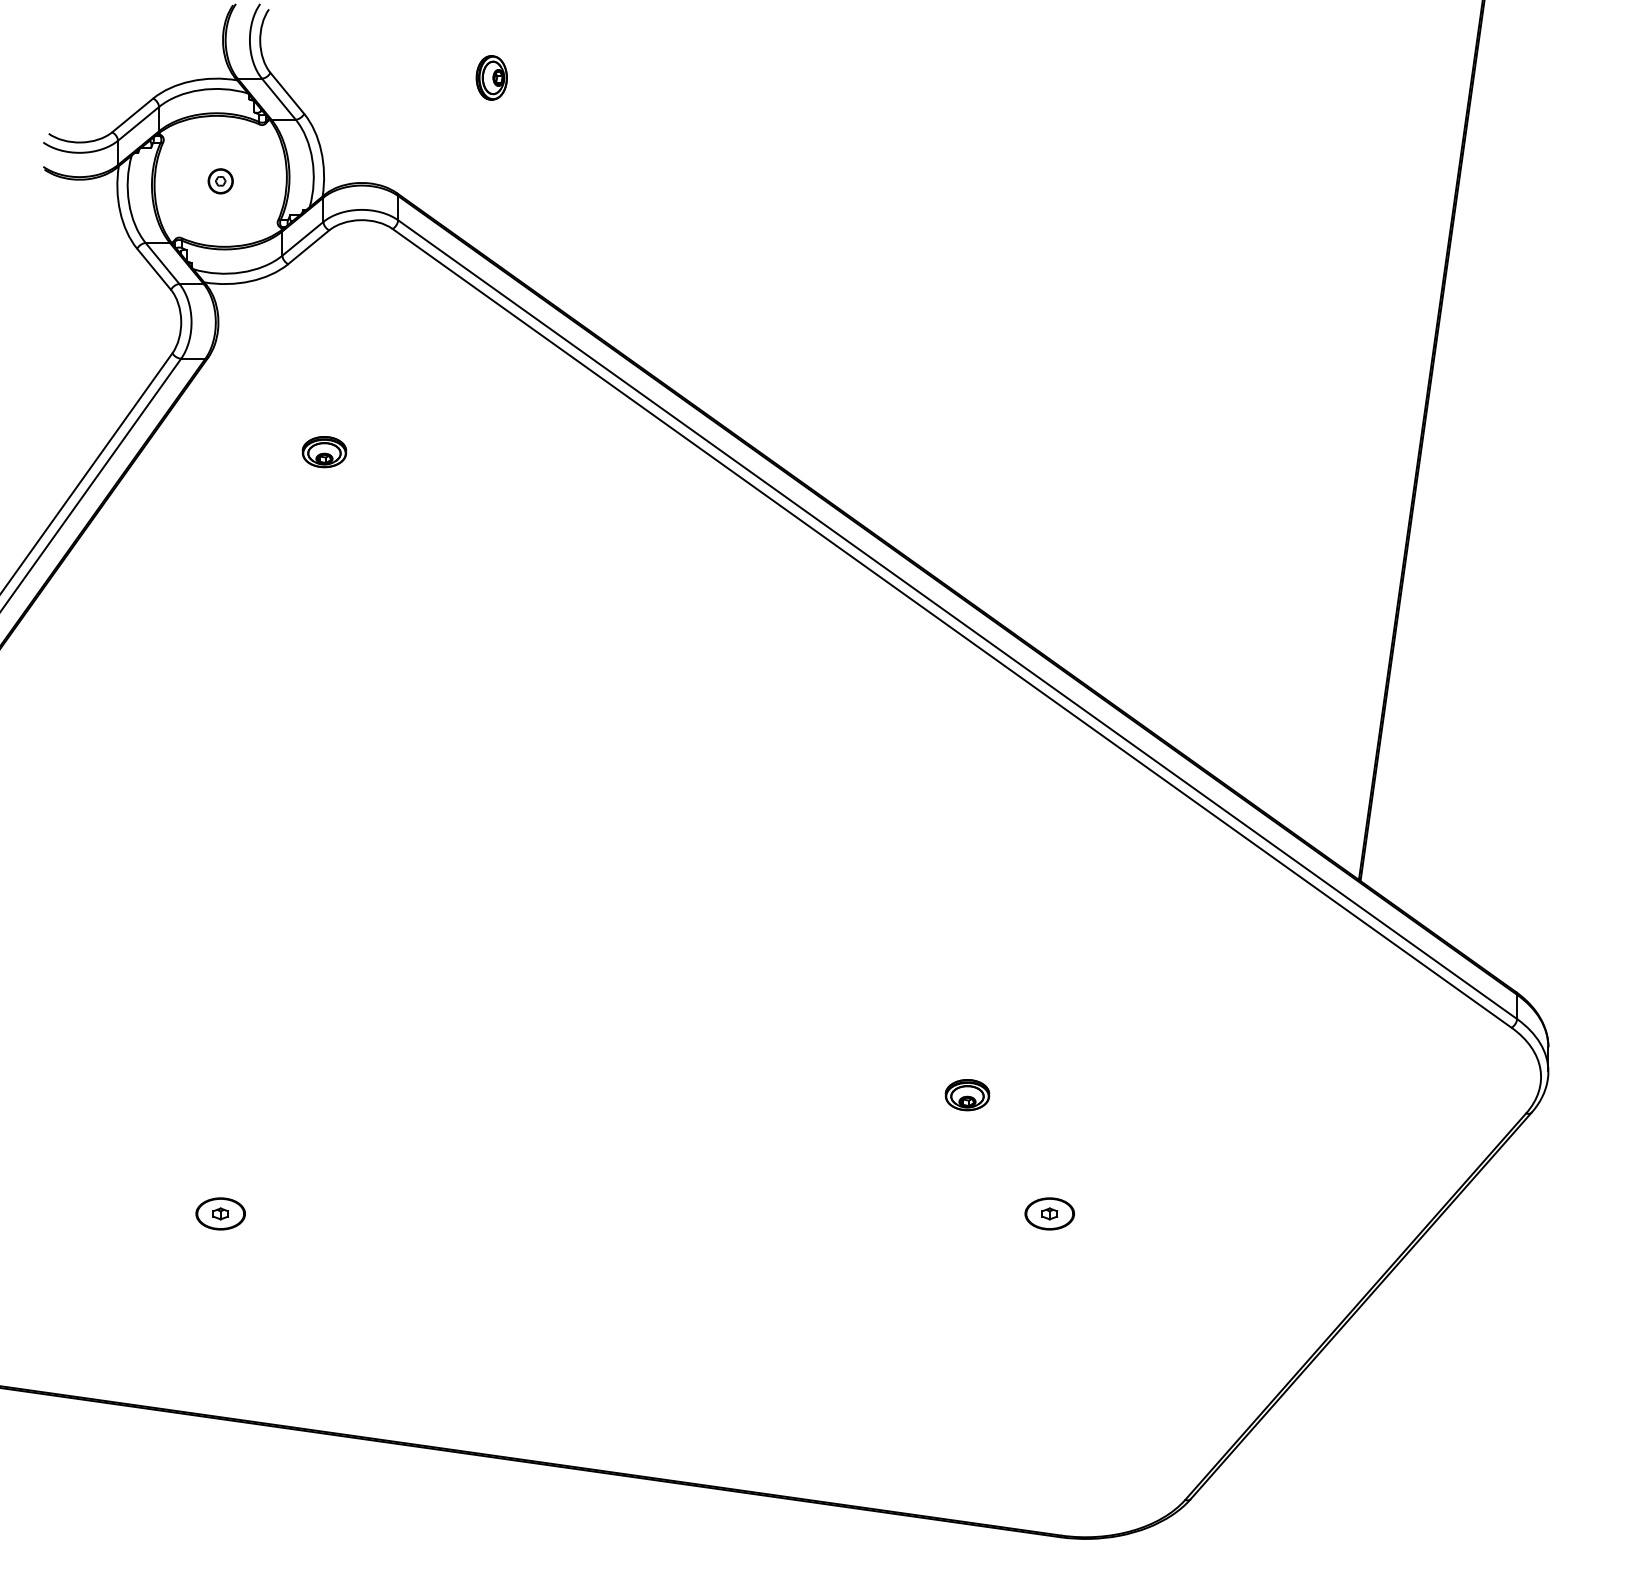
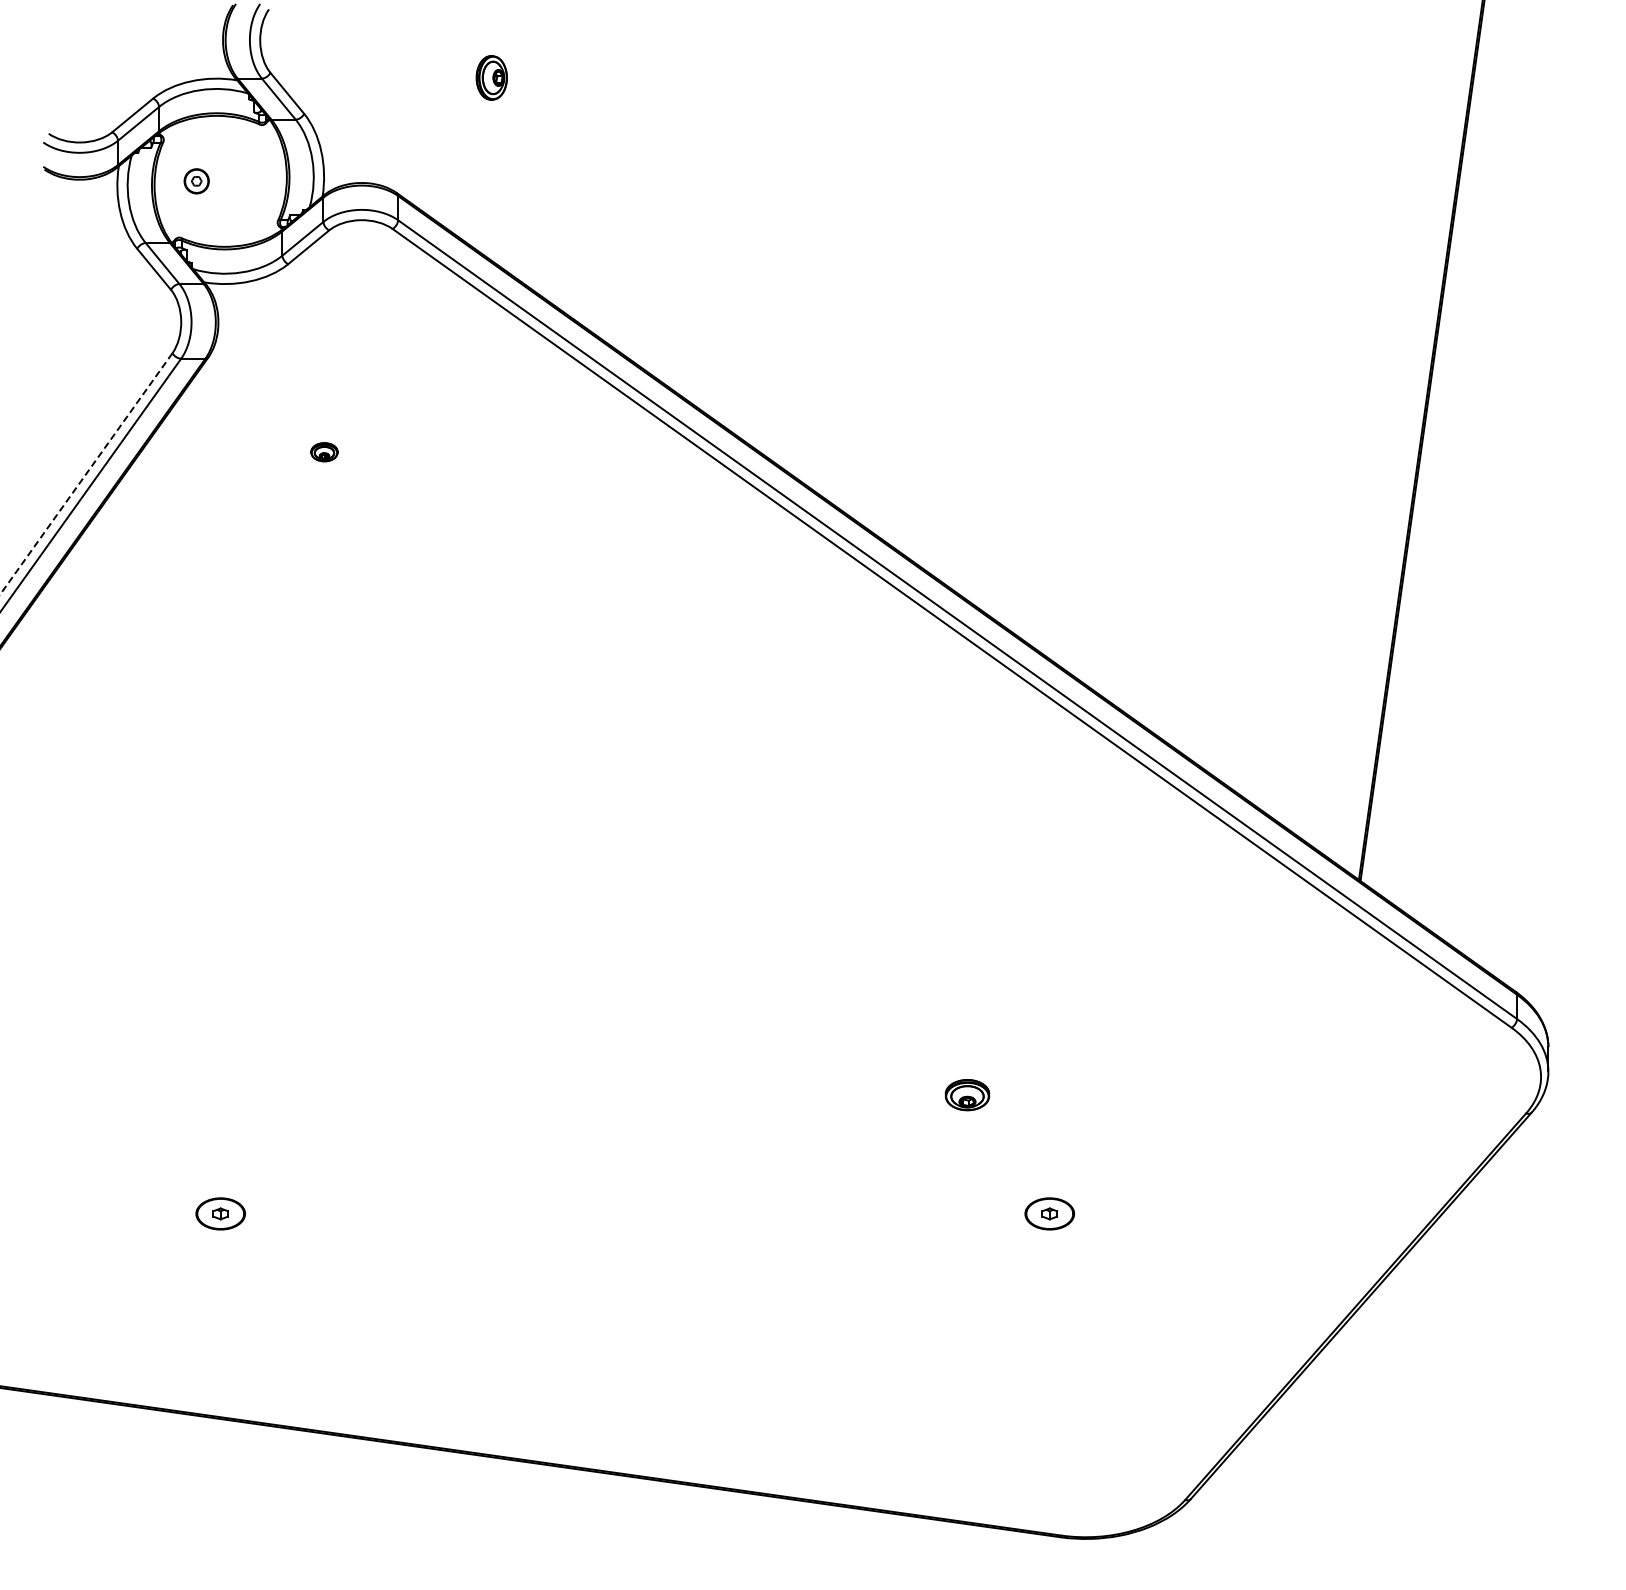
part at (220, 181) position: (220, 181) -> (196, 181)
part at (324, 452) size: 47x33 px -> 29x21 px
line at (86, 473): solid -> dashed
